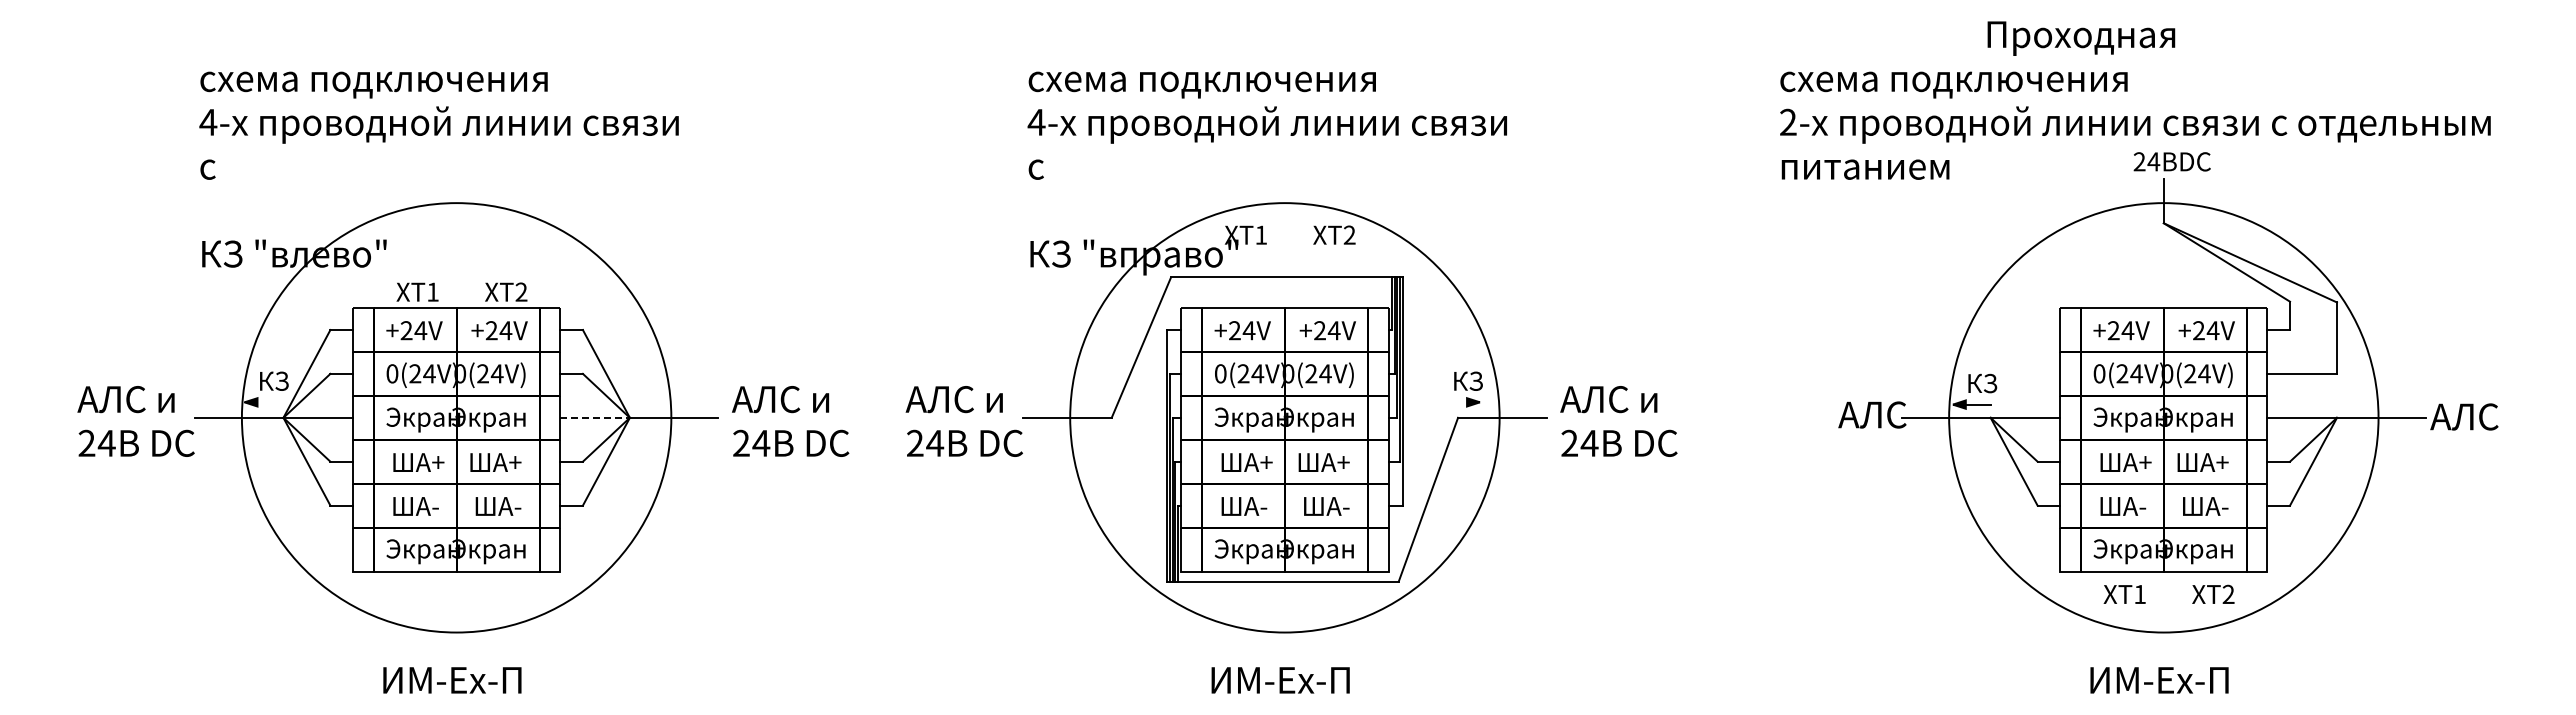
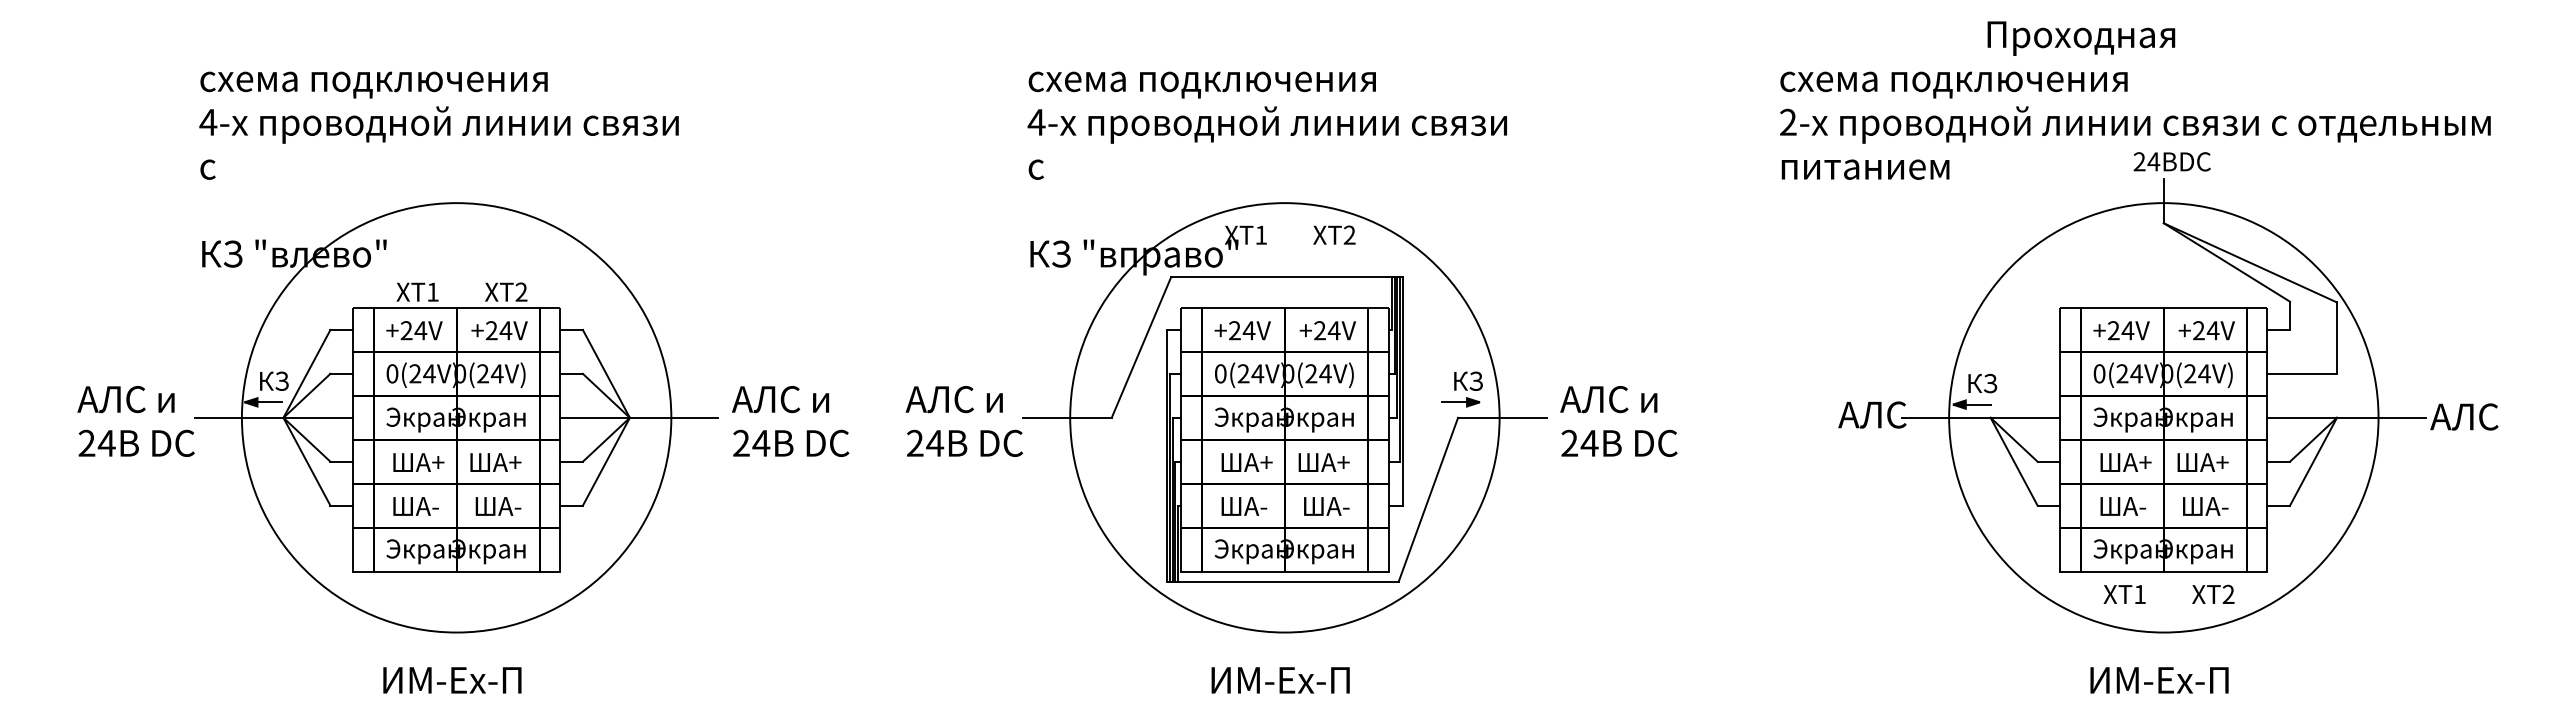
line at (269, 402): none -> present
line at (1454, 402): none -> present
line at (595, 417): dashed -> solid
